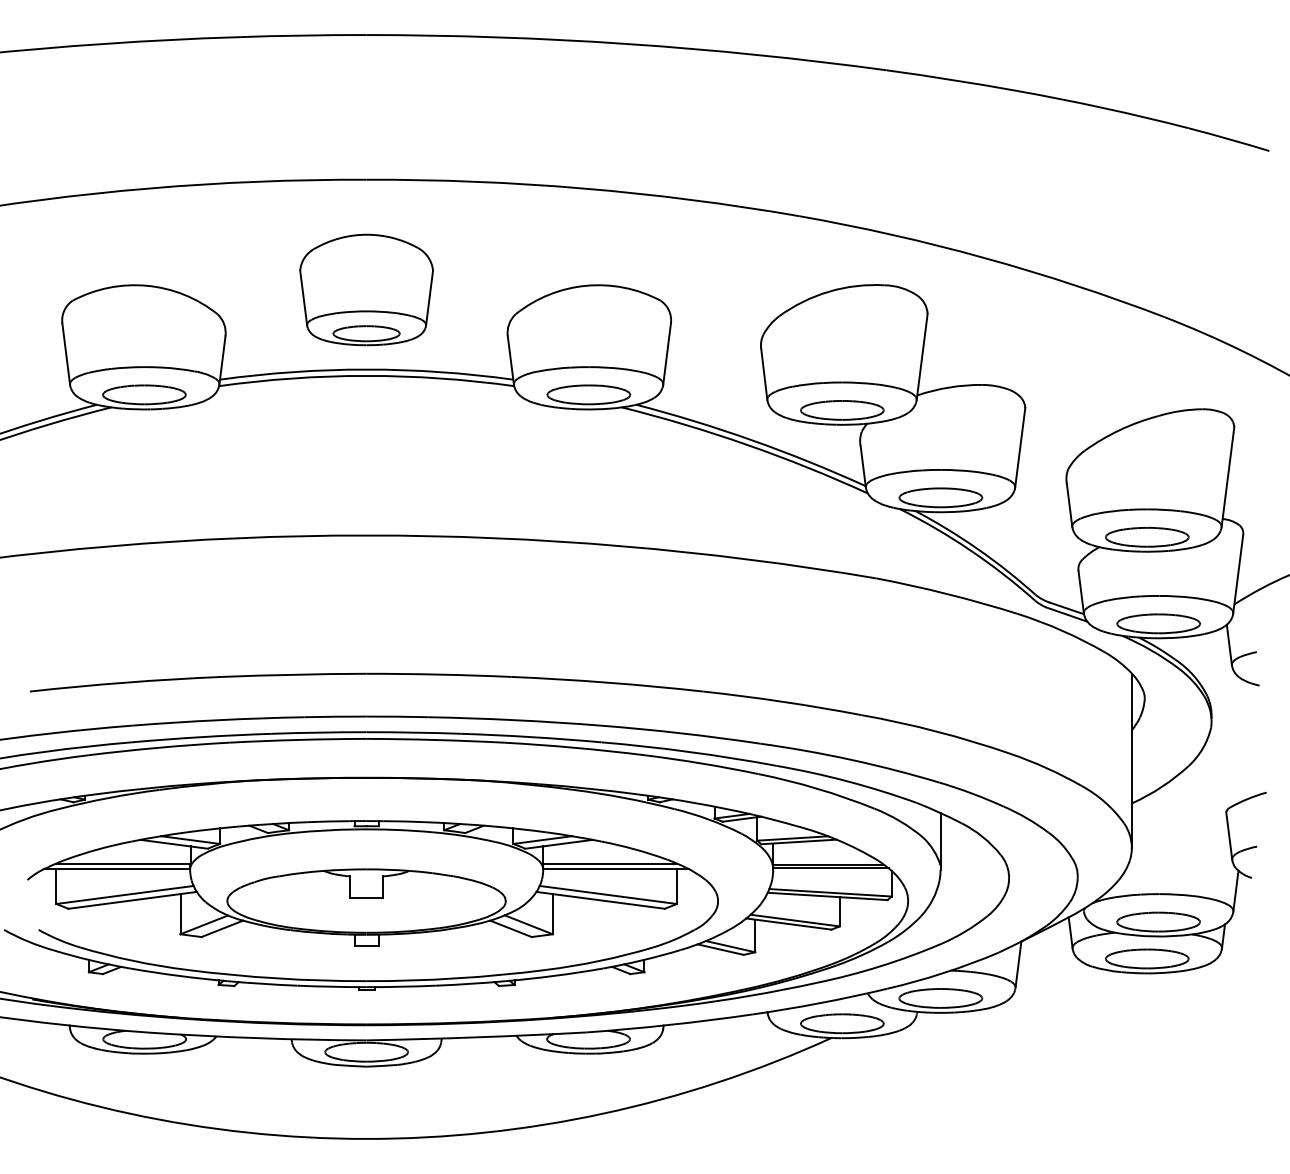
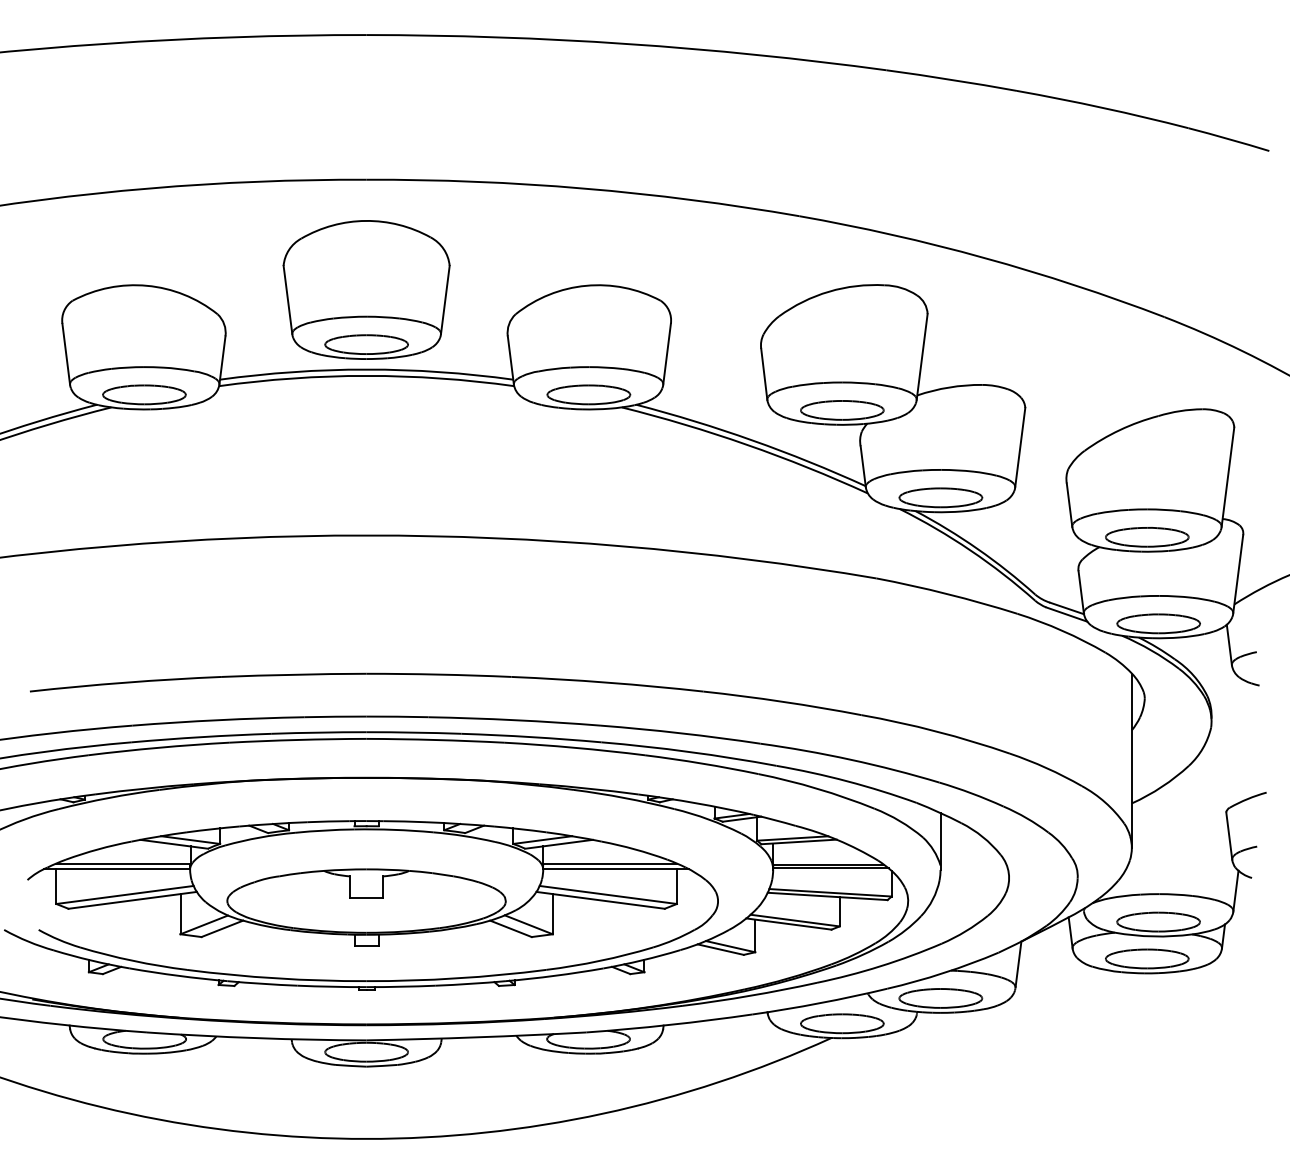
part at (366, 289) size: 135x114 px -> 169x140 px
